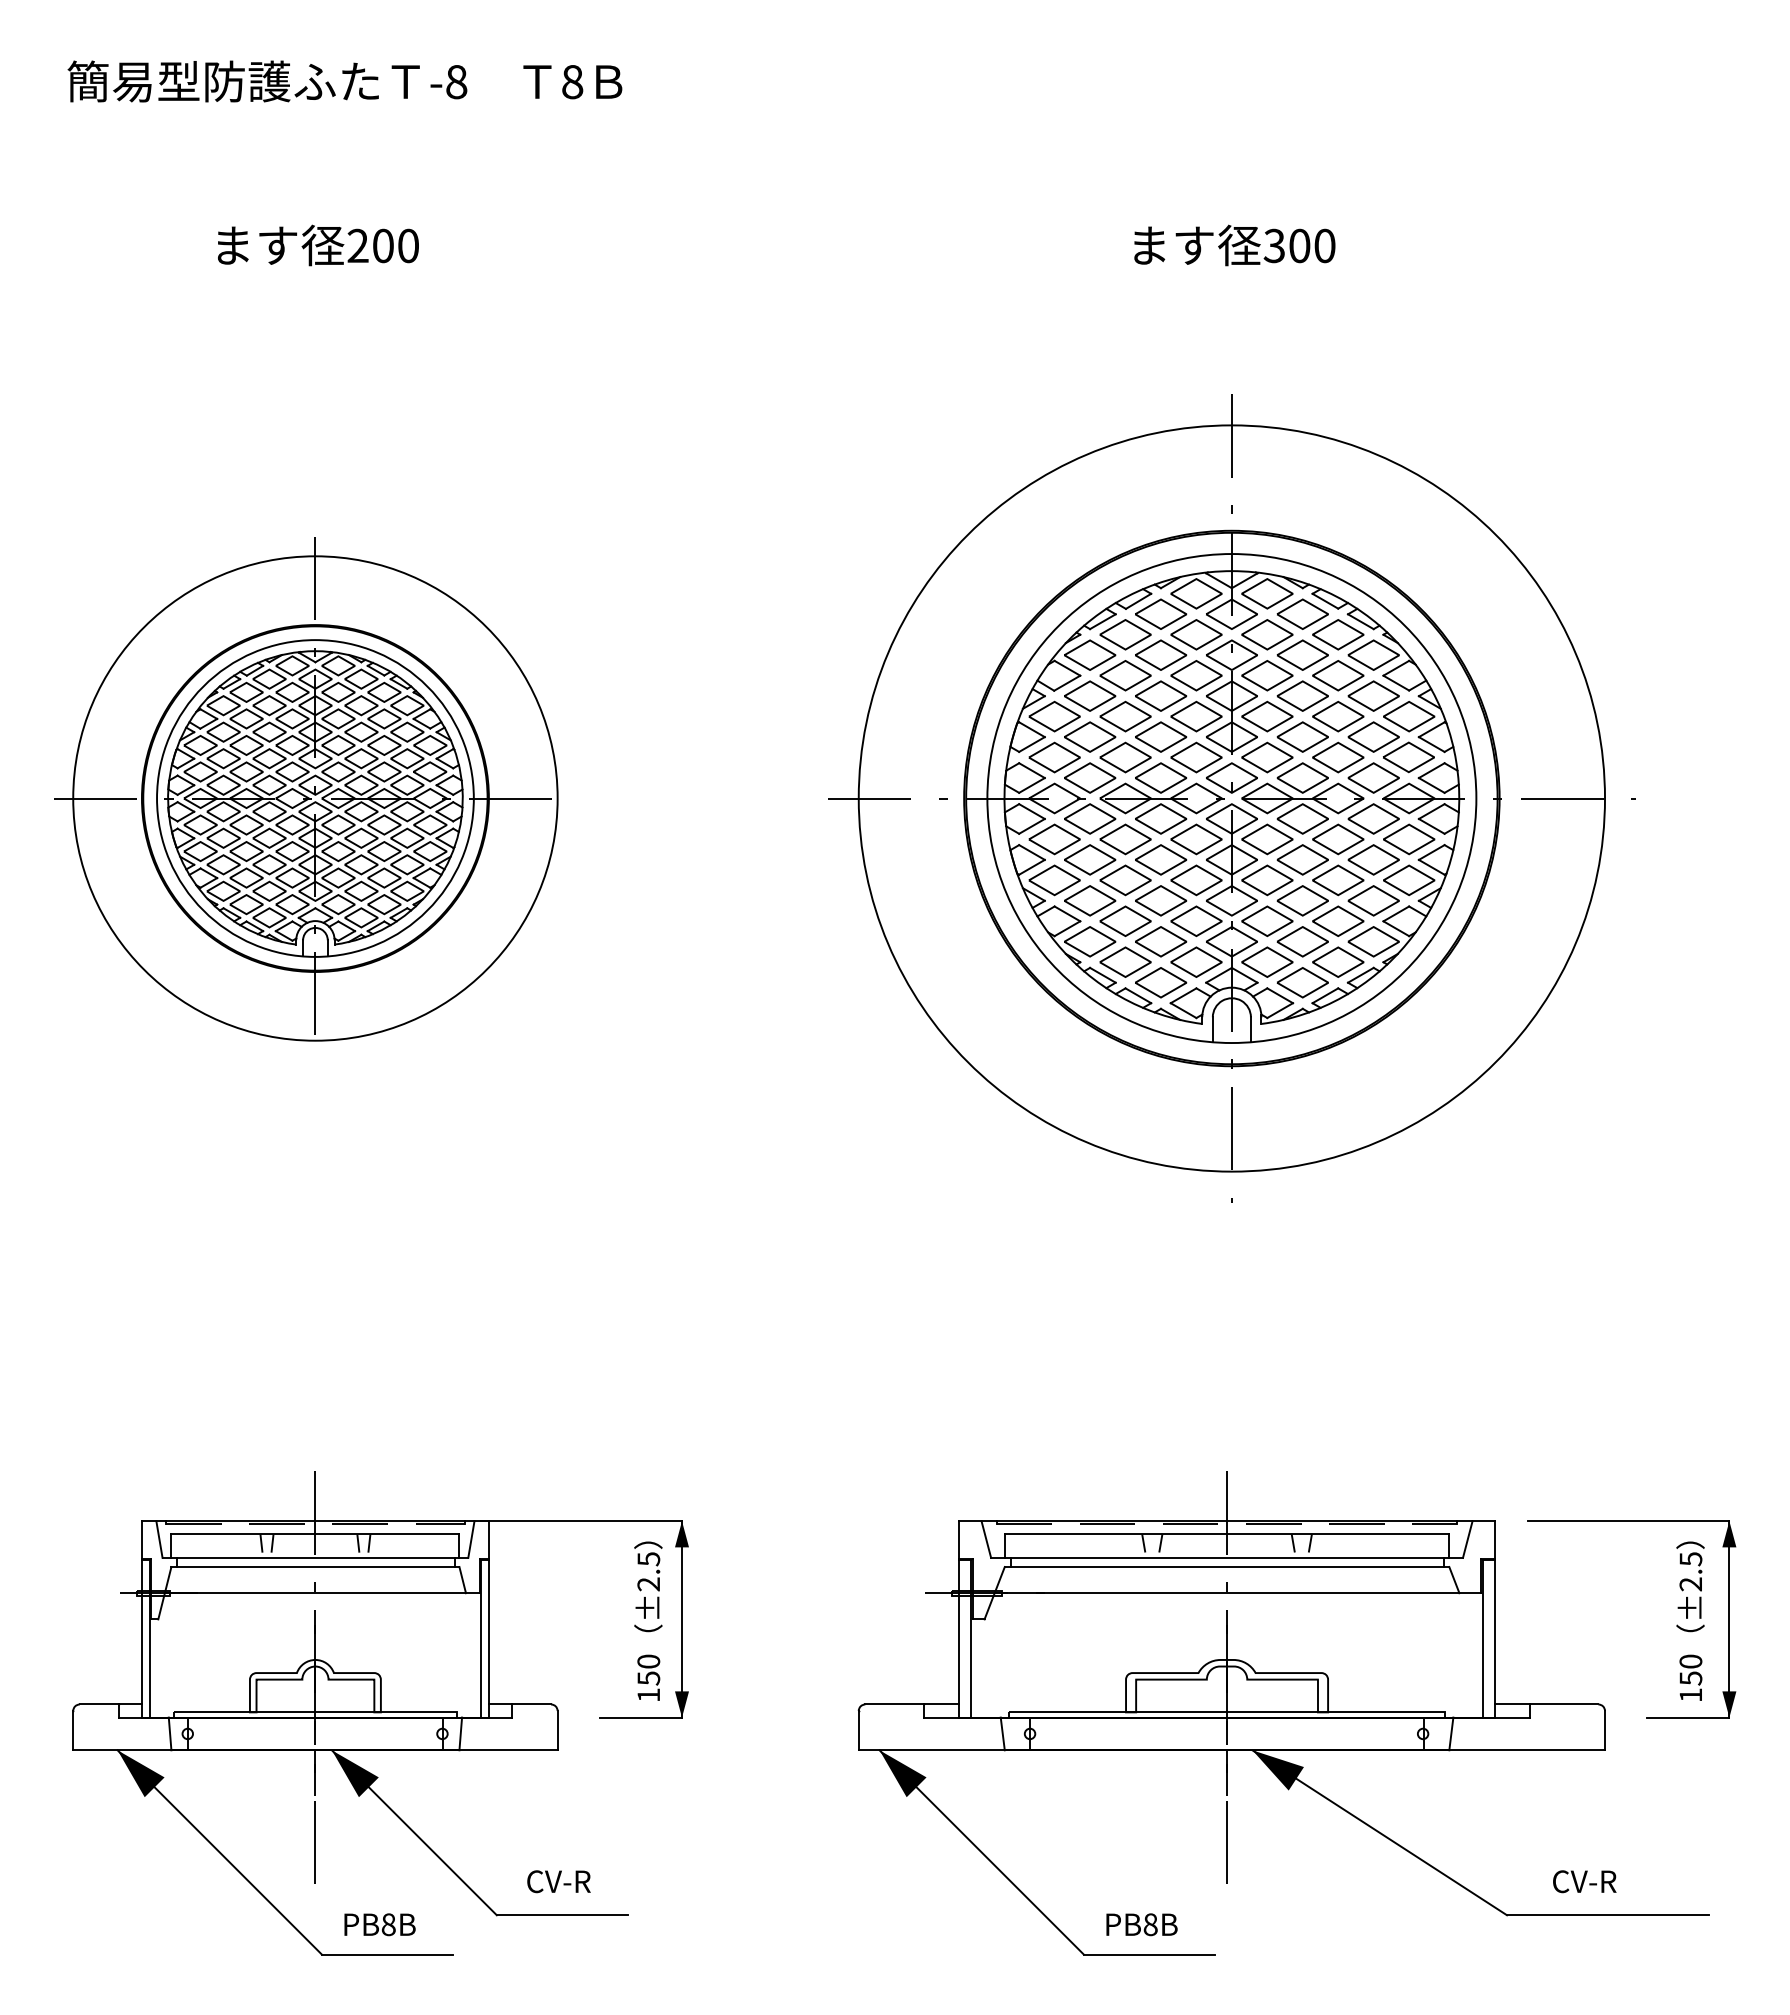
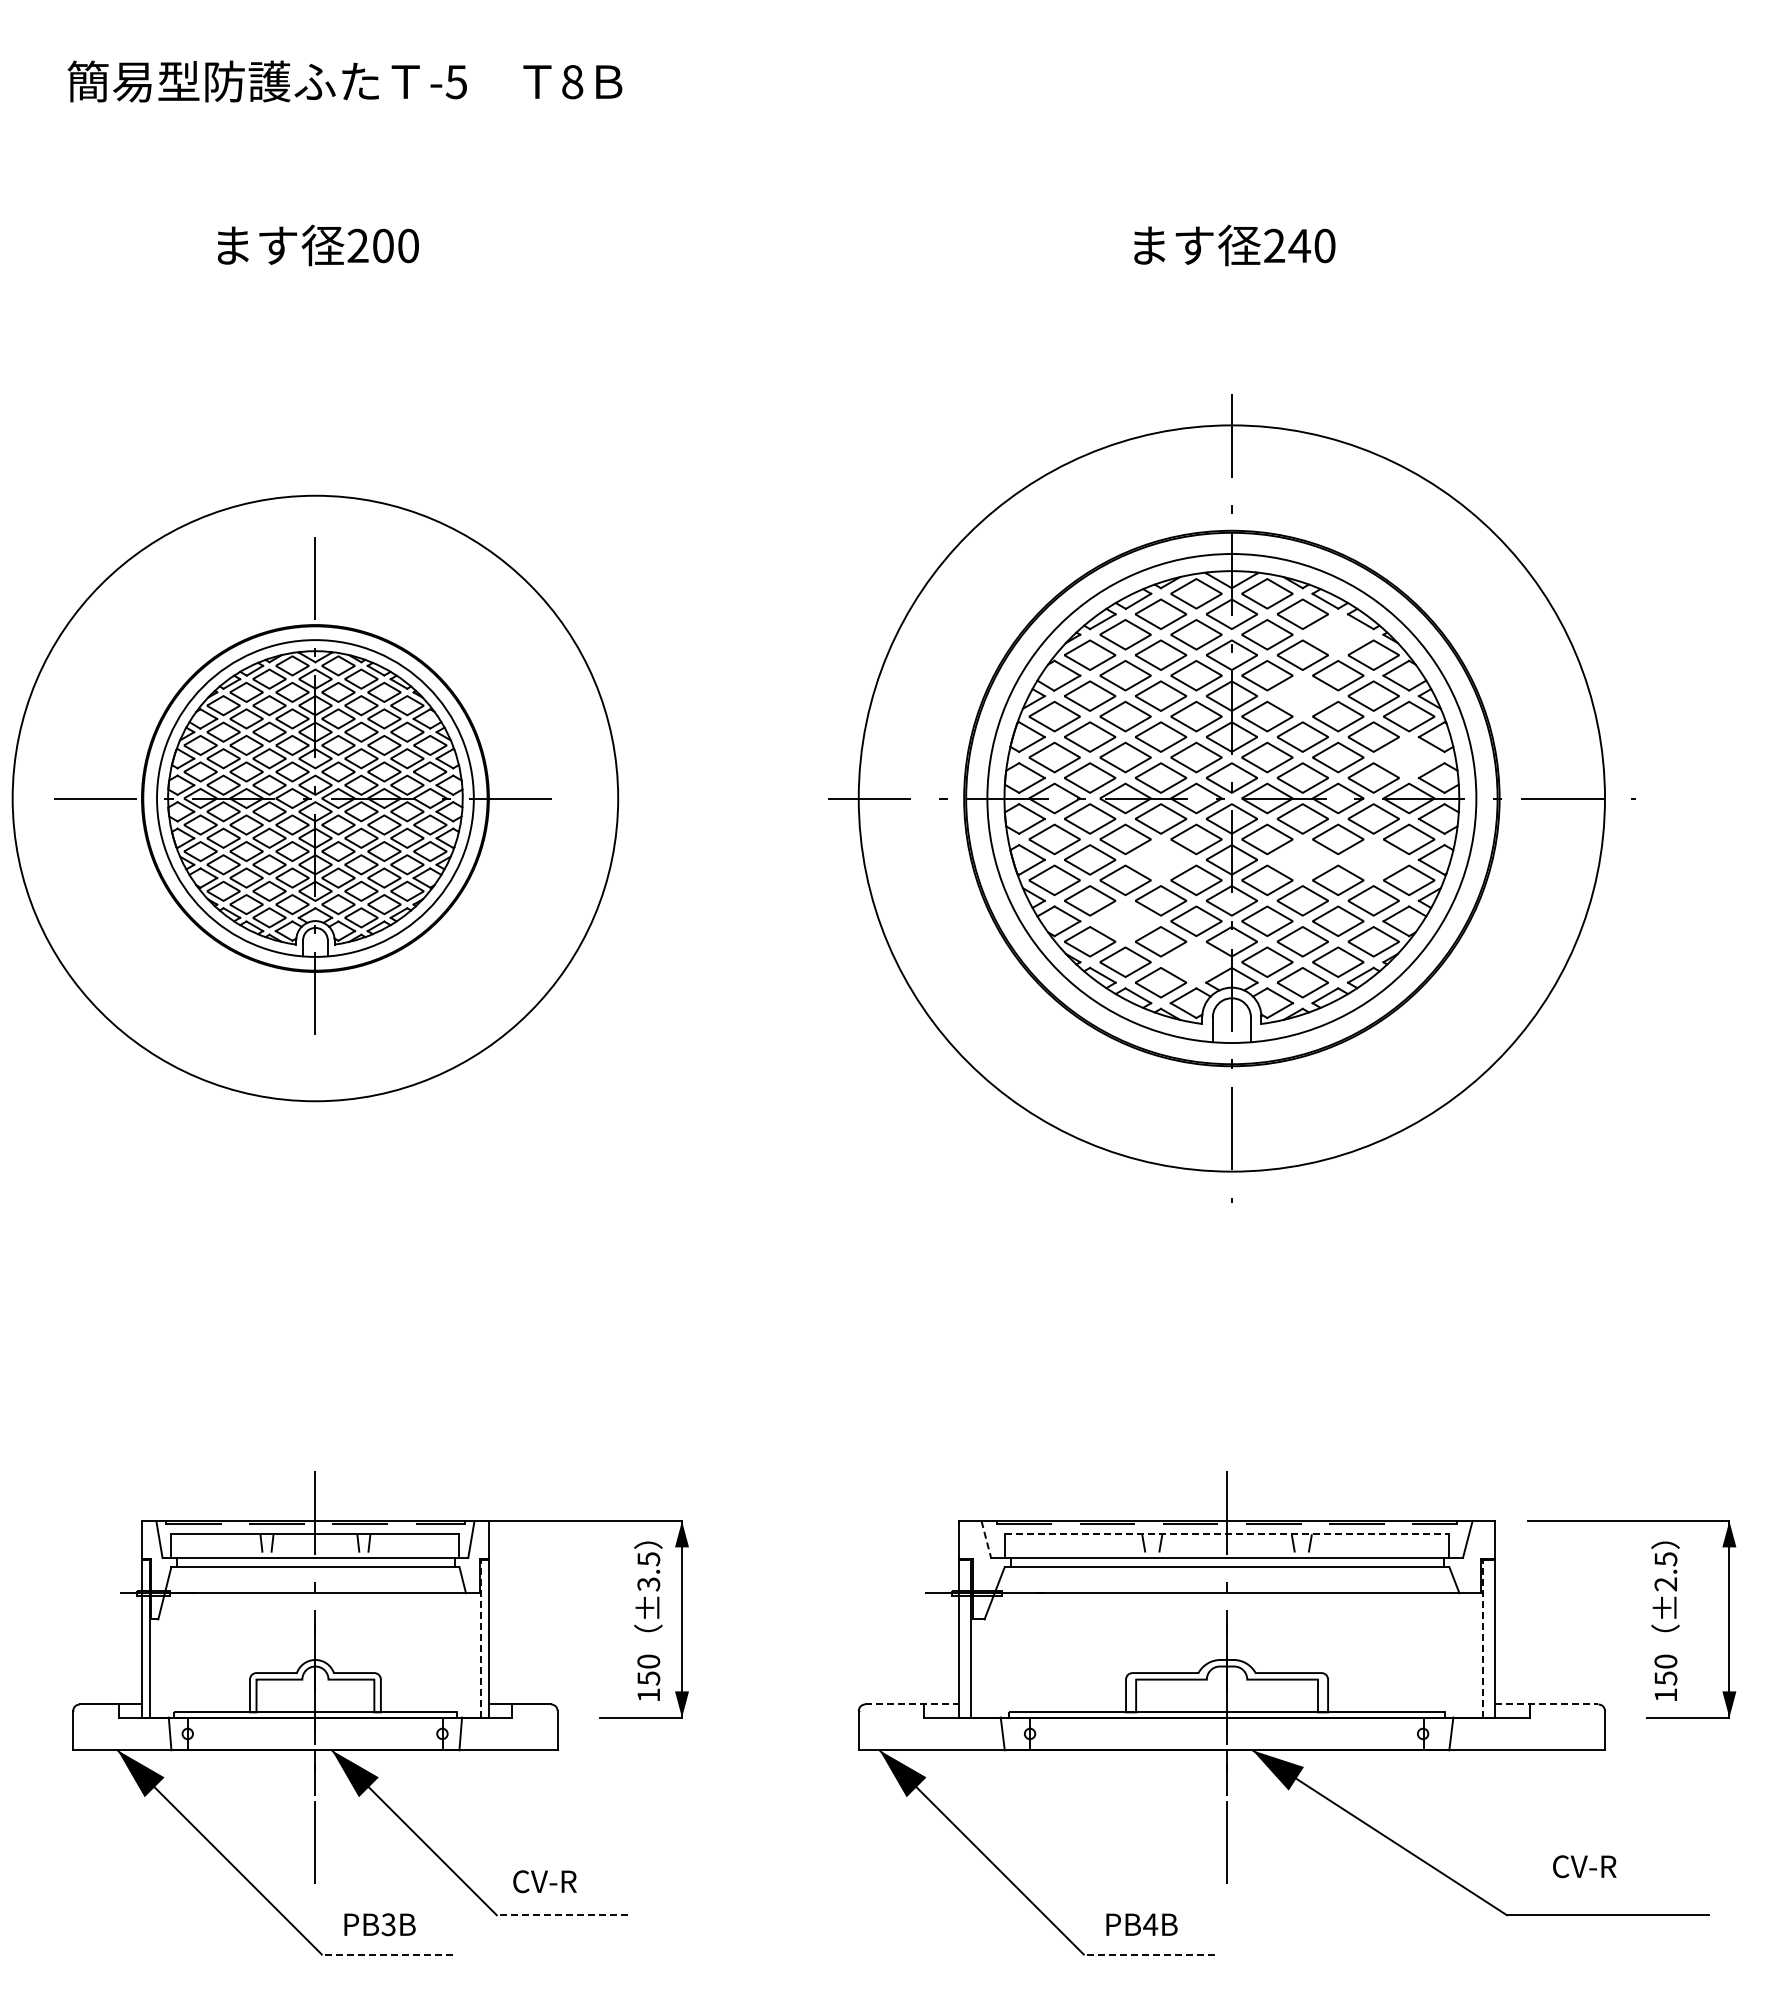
text at (456, 82): -8 -> -5
text at (1287, 245): 300 -> 240
part at (1338, 634): present -> none
part at (1302, 695): present -> none
part at (1408, 757): present -> none
circle at (315, 798) diameter: 484 px -> 606 px
part at (1161, 859): present -> none
part at (1302, 859): present -> none
part at (1373, 859): present -> none
part at (1125, 920): present -> none
part at (1196, 961): present -> none
line at (1227, 1534): solid -> dashed
line at (986, 1539): solid -> dashed
text at (648, 1584): ±2.5 -> ±3.5
text at (1690, 1620) position: (1690, 1620) -> (1665, 1620)
line at (481, 1639): solid -> dashed
line at (1482, 1639): solid -> dashed
line at (912, 1704): solid -> dashed
line at (1546, 1704): solid -> dashed
text at (558, 1881) position: (558, 1881) -> (544, 1881)
text at (1584, 1881) position: (1584, 1881) -> (1584, 1866)
line at (561, 1915): solid -> dashed
text at (388, 1924): PB8B -> PB3B
text at (1150, 1924): PB8B -> PB4B
line at (386, 1954): solid -> dashed
line at (1148, 1954): solid -> dashed
